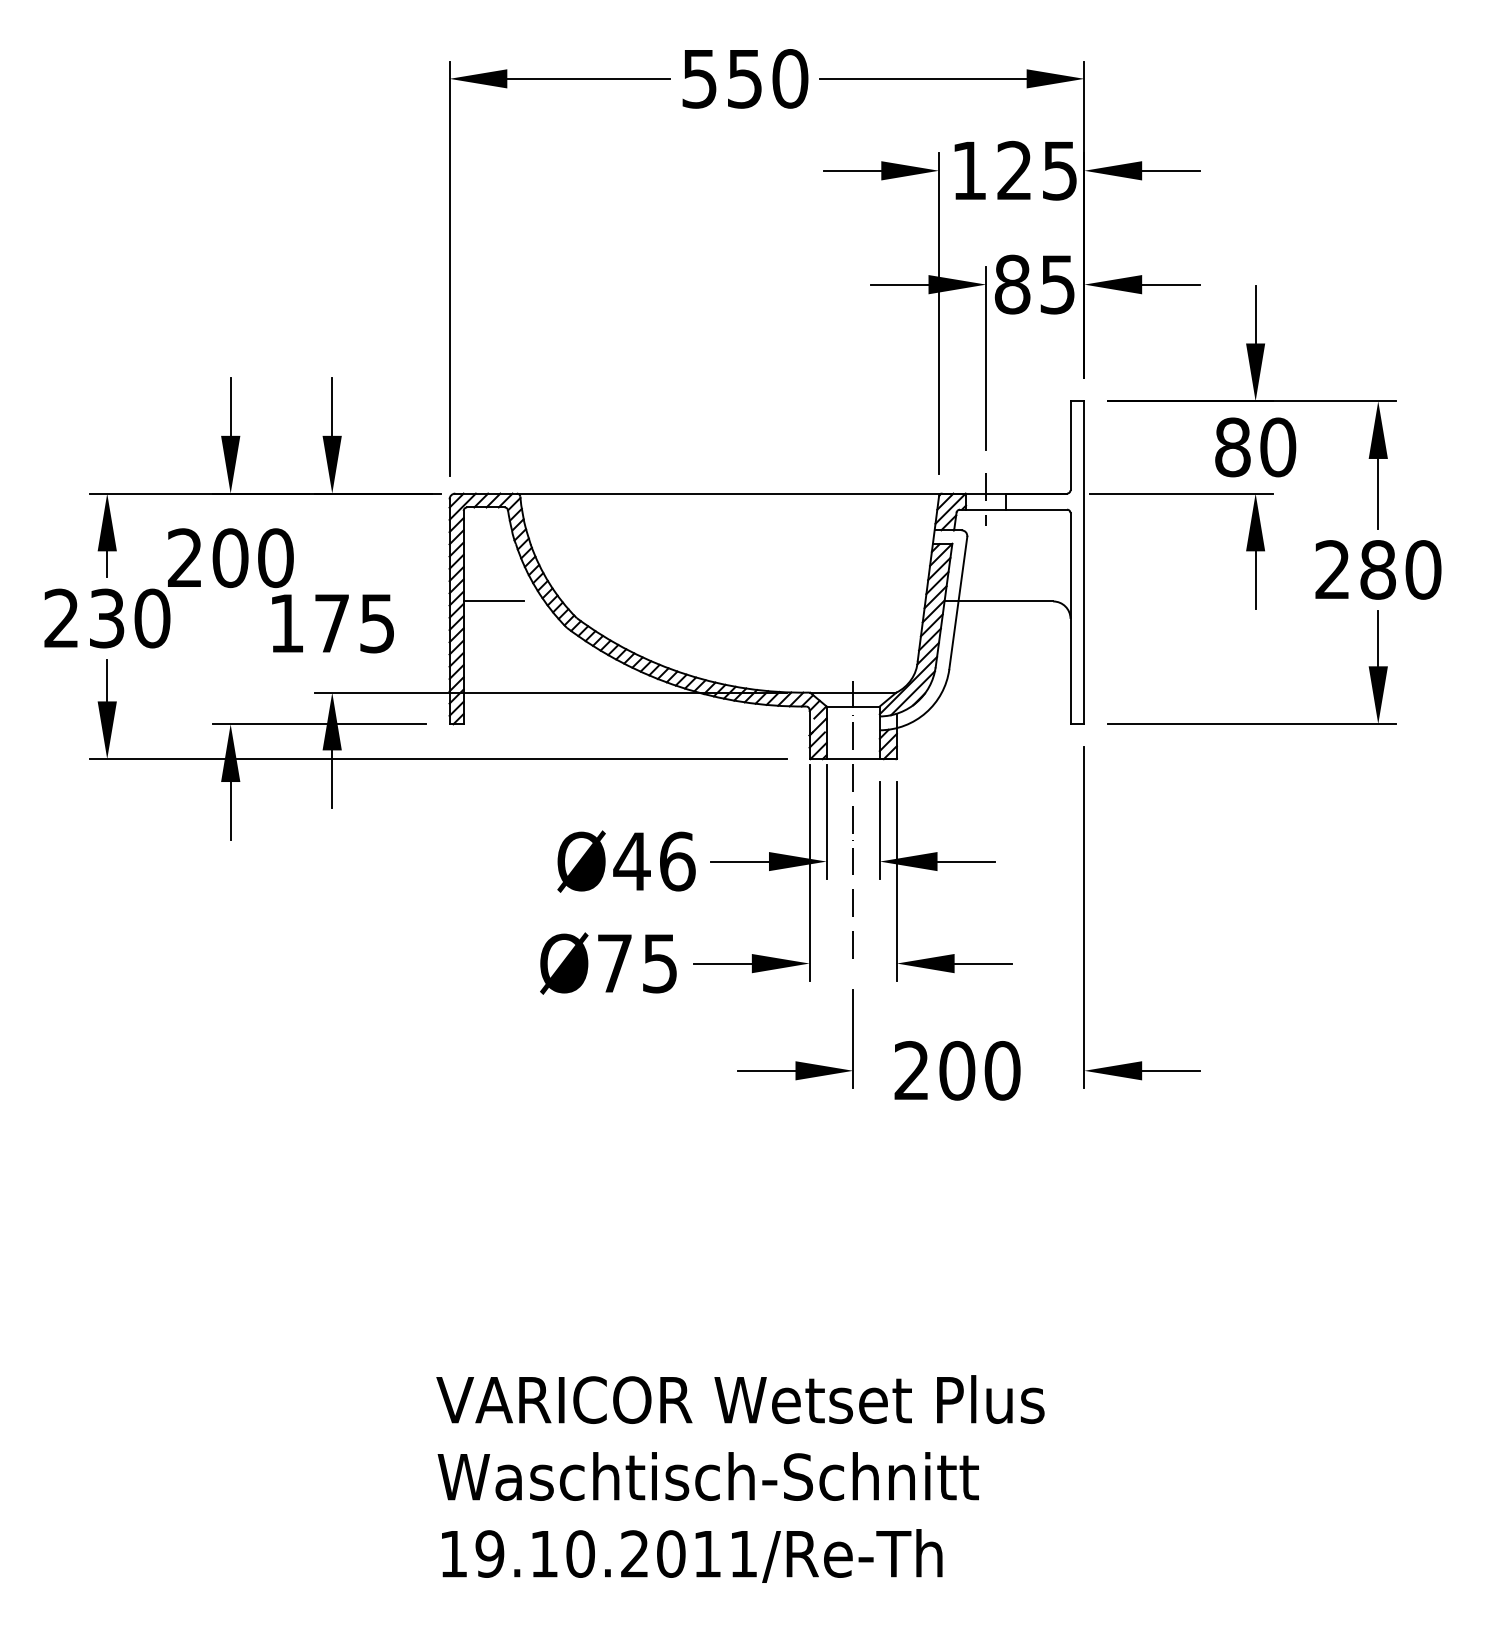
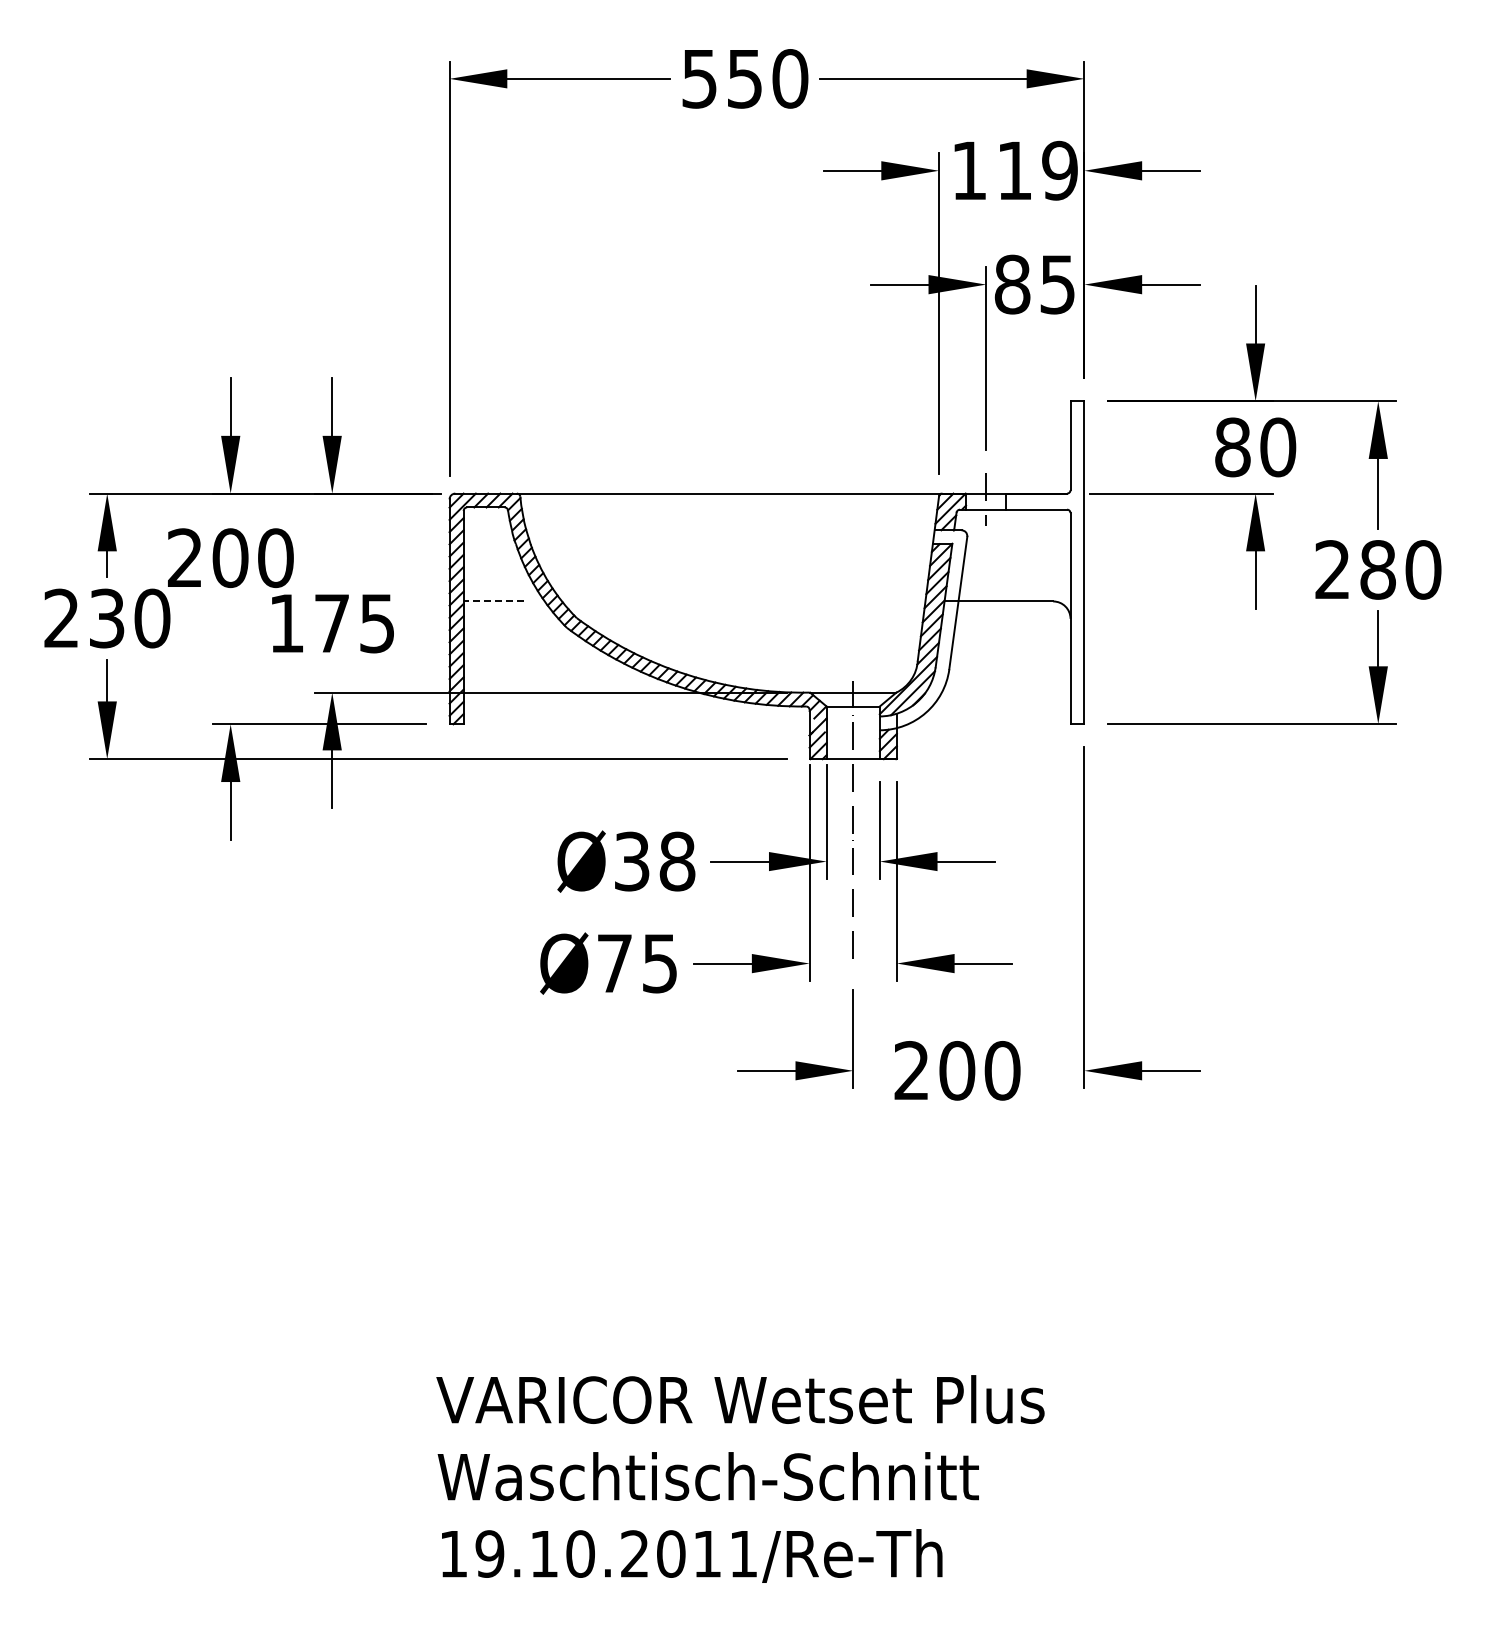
text at (1037, 170): 125 -> 119
line at (493, 601): solid -> dashed
text at (654, 861): Ø46 -> Ø38
